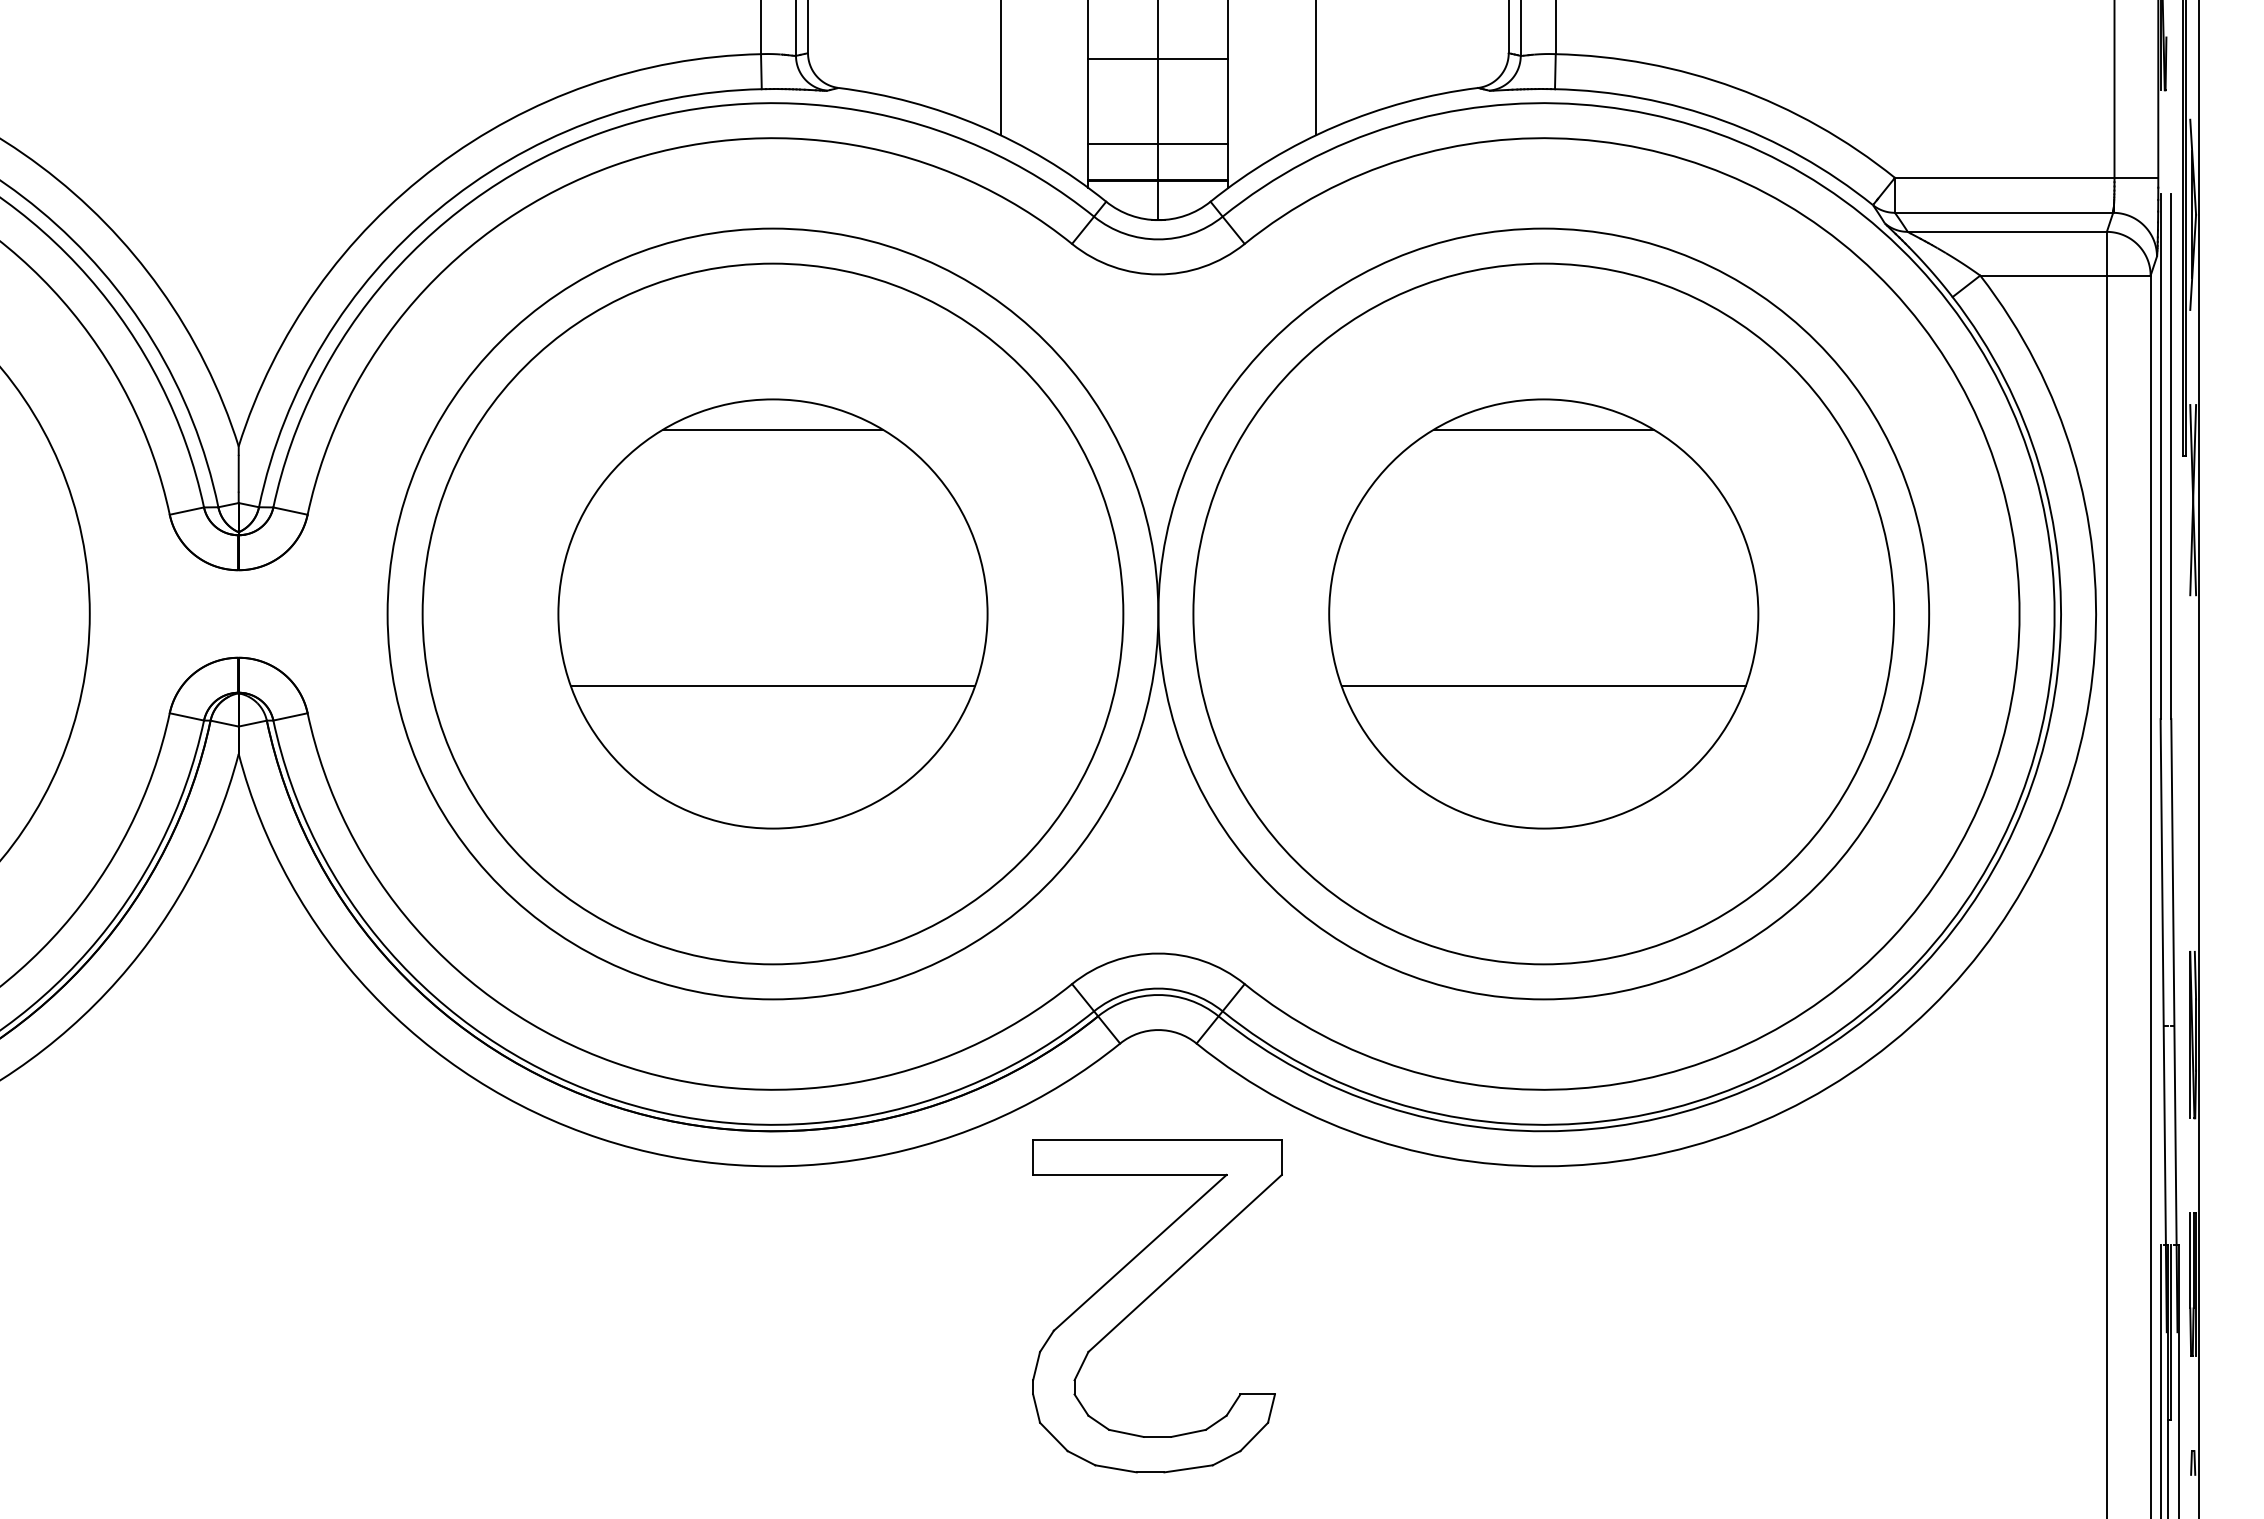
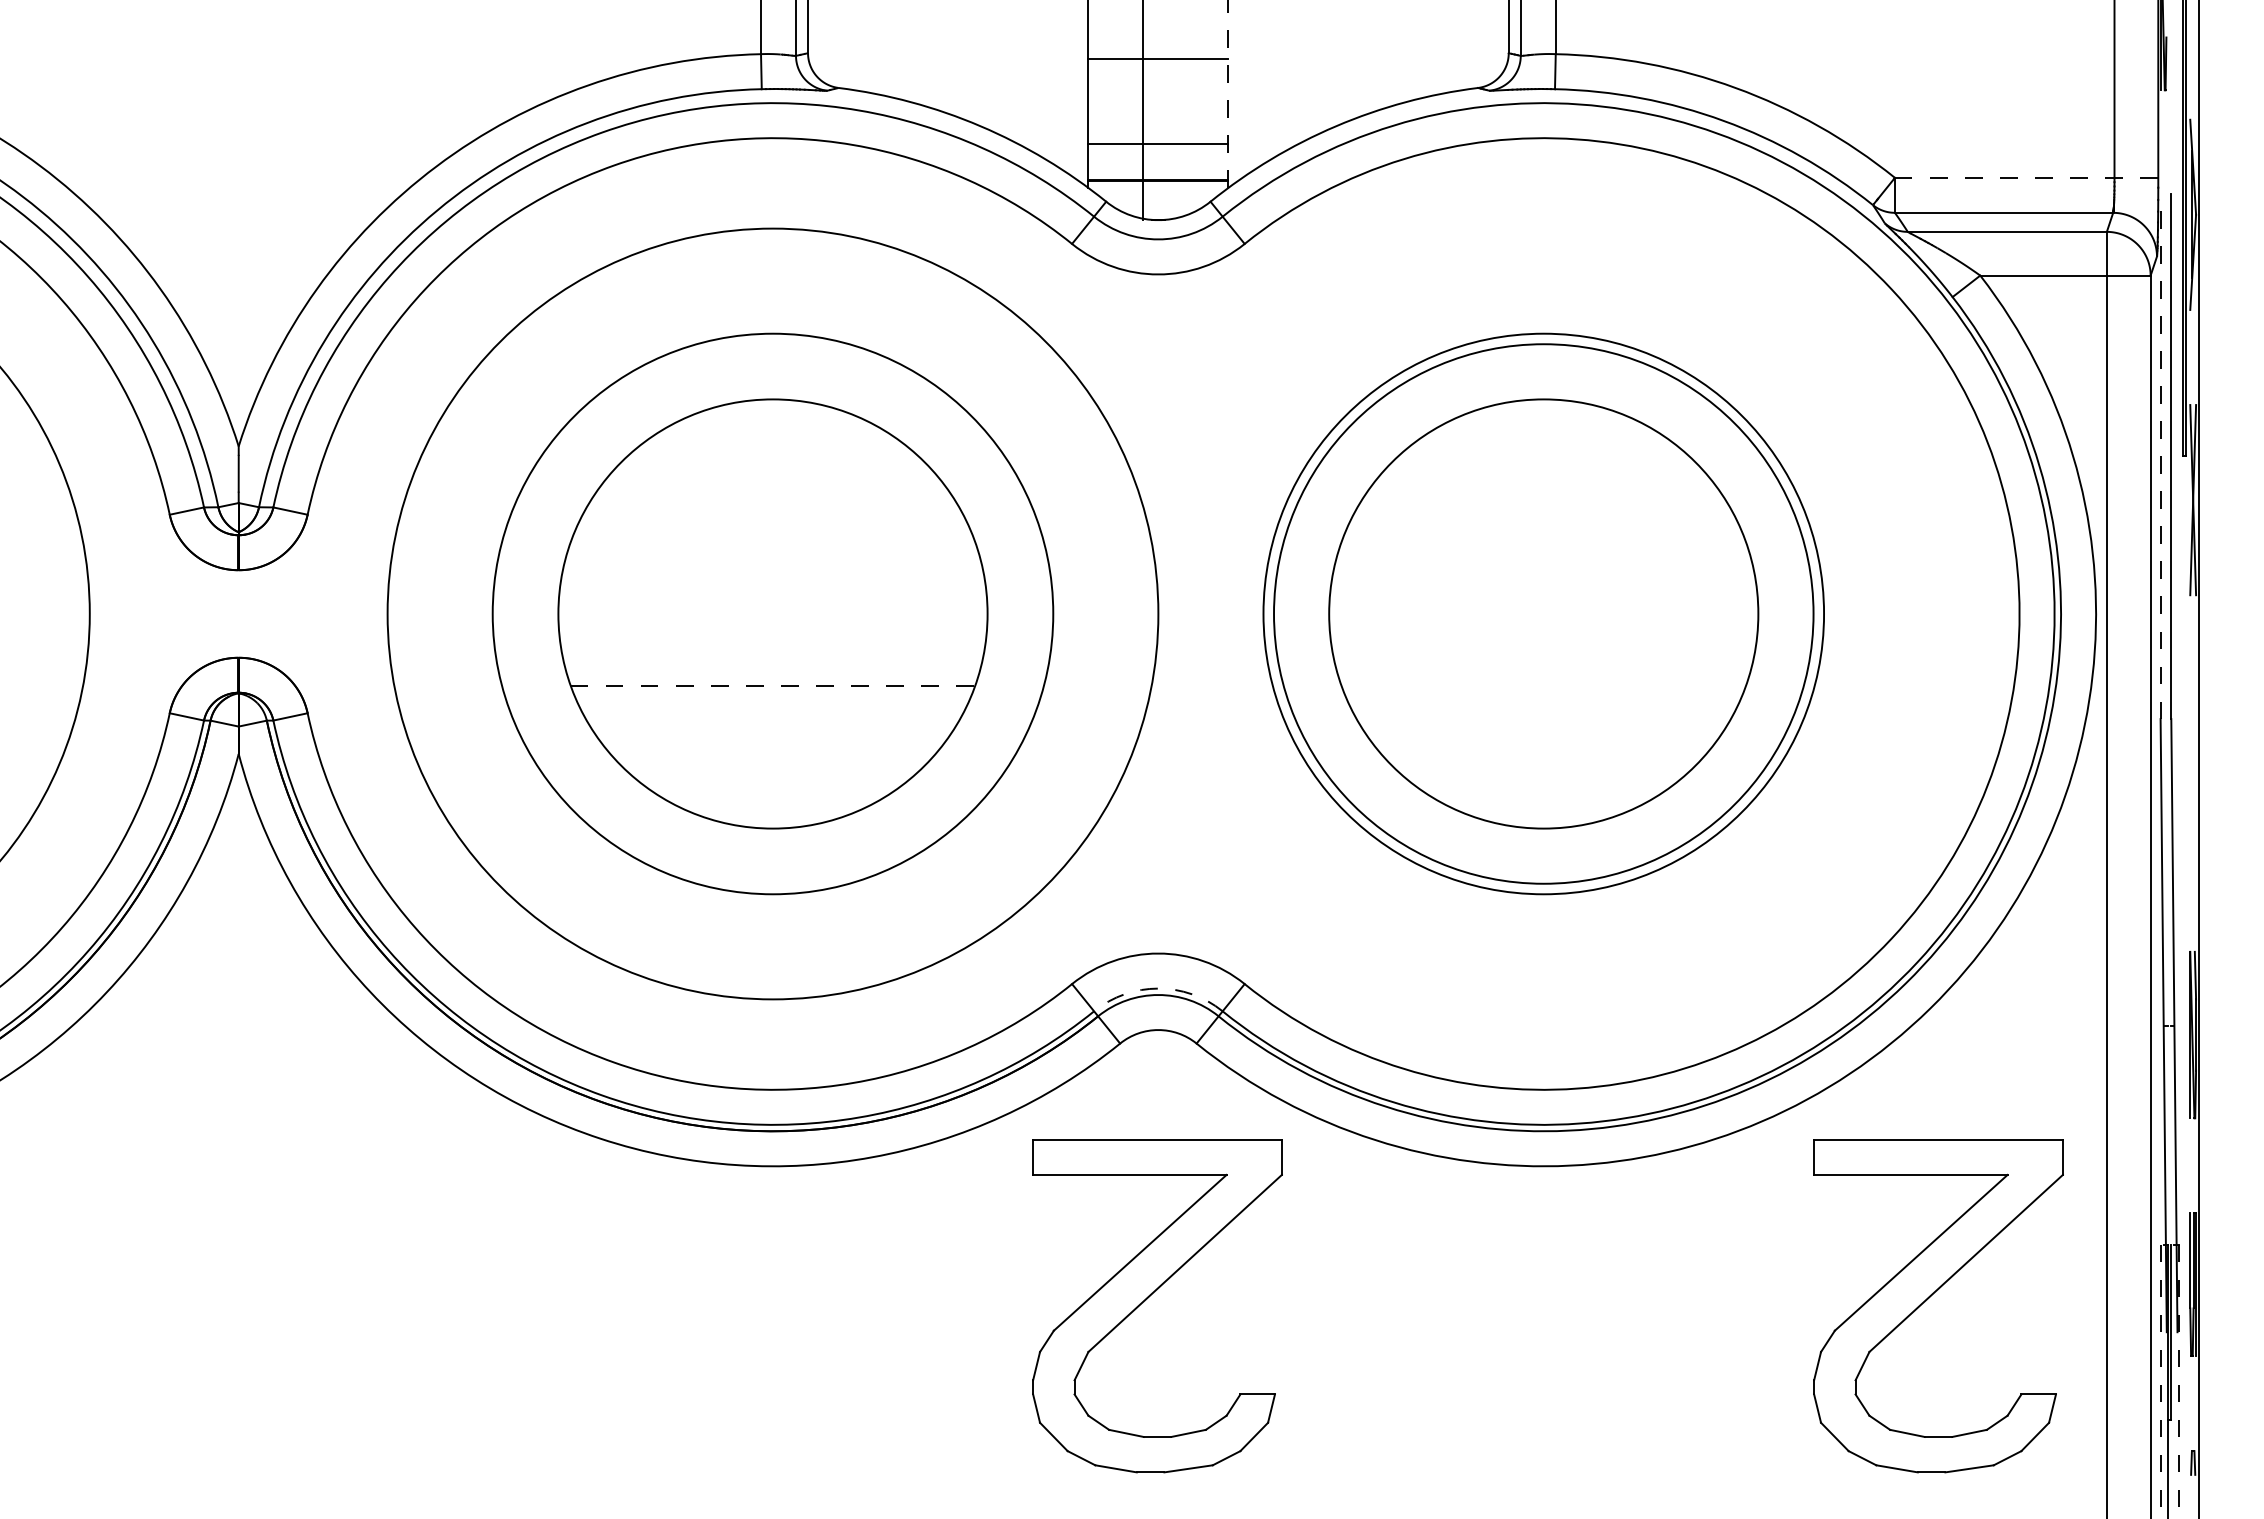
line at (1000, 68): present -> none
line at (1316, 68): present -> none
line at (1228, 94): solid -> dashed
line at (1158, 111) position: (1158, 111) -> (1143, 111)
line at (2026, 177): solid -> dashed
line at (772, 429): present -> none
line at (1543, 429): present -> none
line at (2160, 456): solid -> dashed
circle at (772, 613) diameter: 701 px -> 561 px
circle at (1543, 613) diameter: 701 px -> 561 px
circle at (1543, 613) diameter: 771 px -> 540 px
line at (773, 686): solid -> dashed
line at (1543, 686): present -> none
arc at (1158, 988): solid -> dashed
part at (1930, 1297): none -> present
line at (2160, 1381): solid -> dashed
line at (2178, 1381): solid -> dashed
